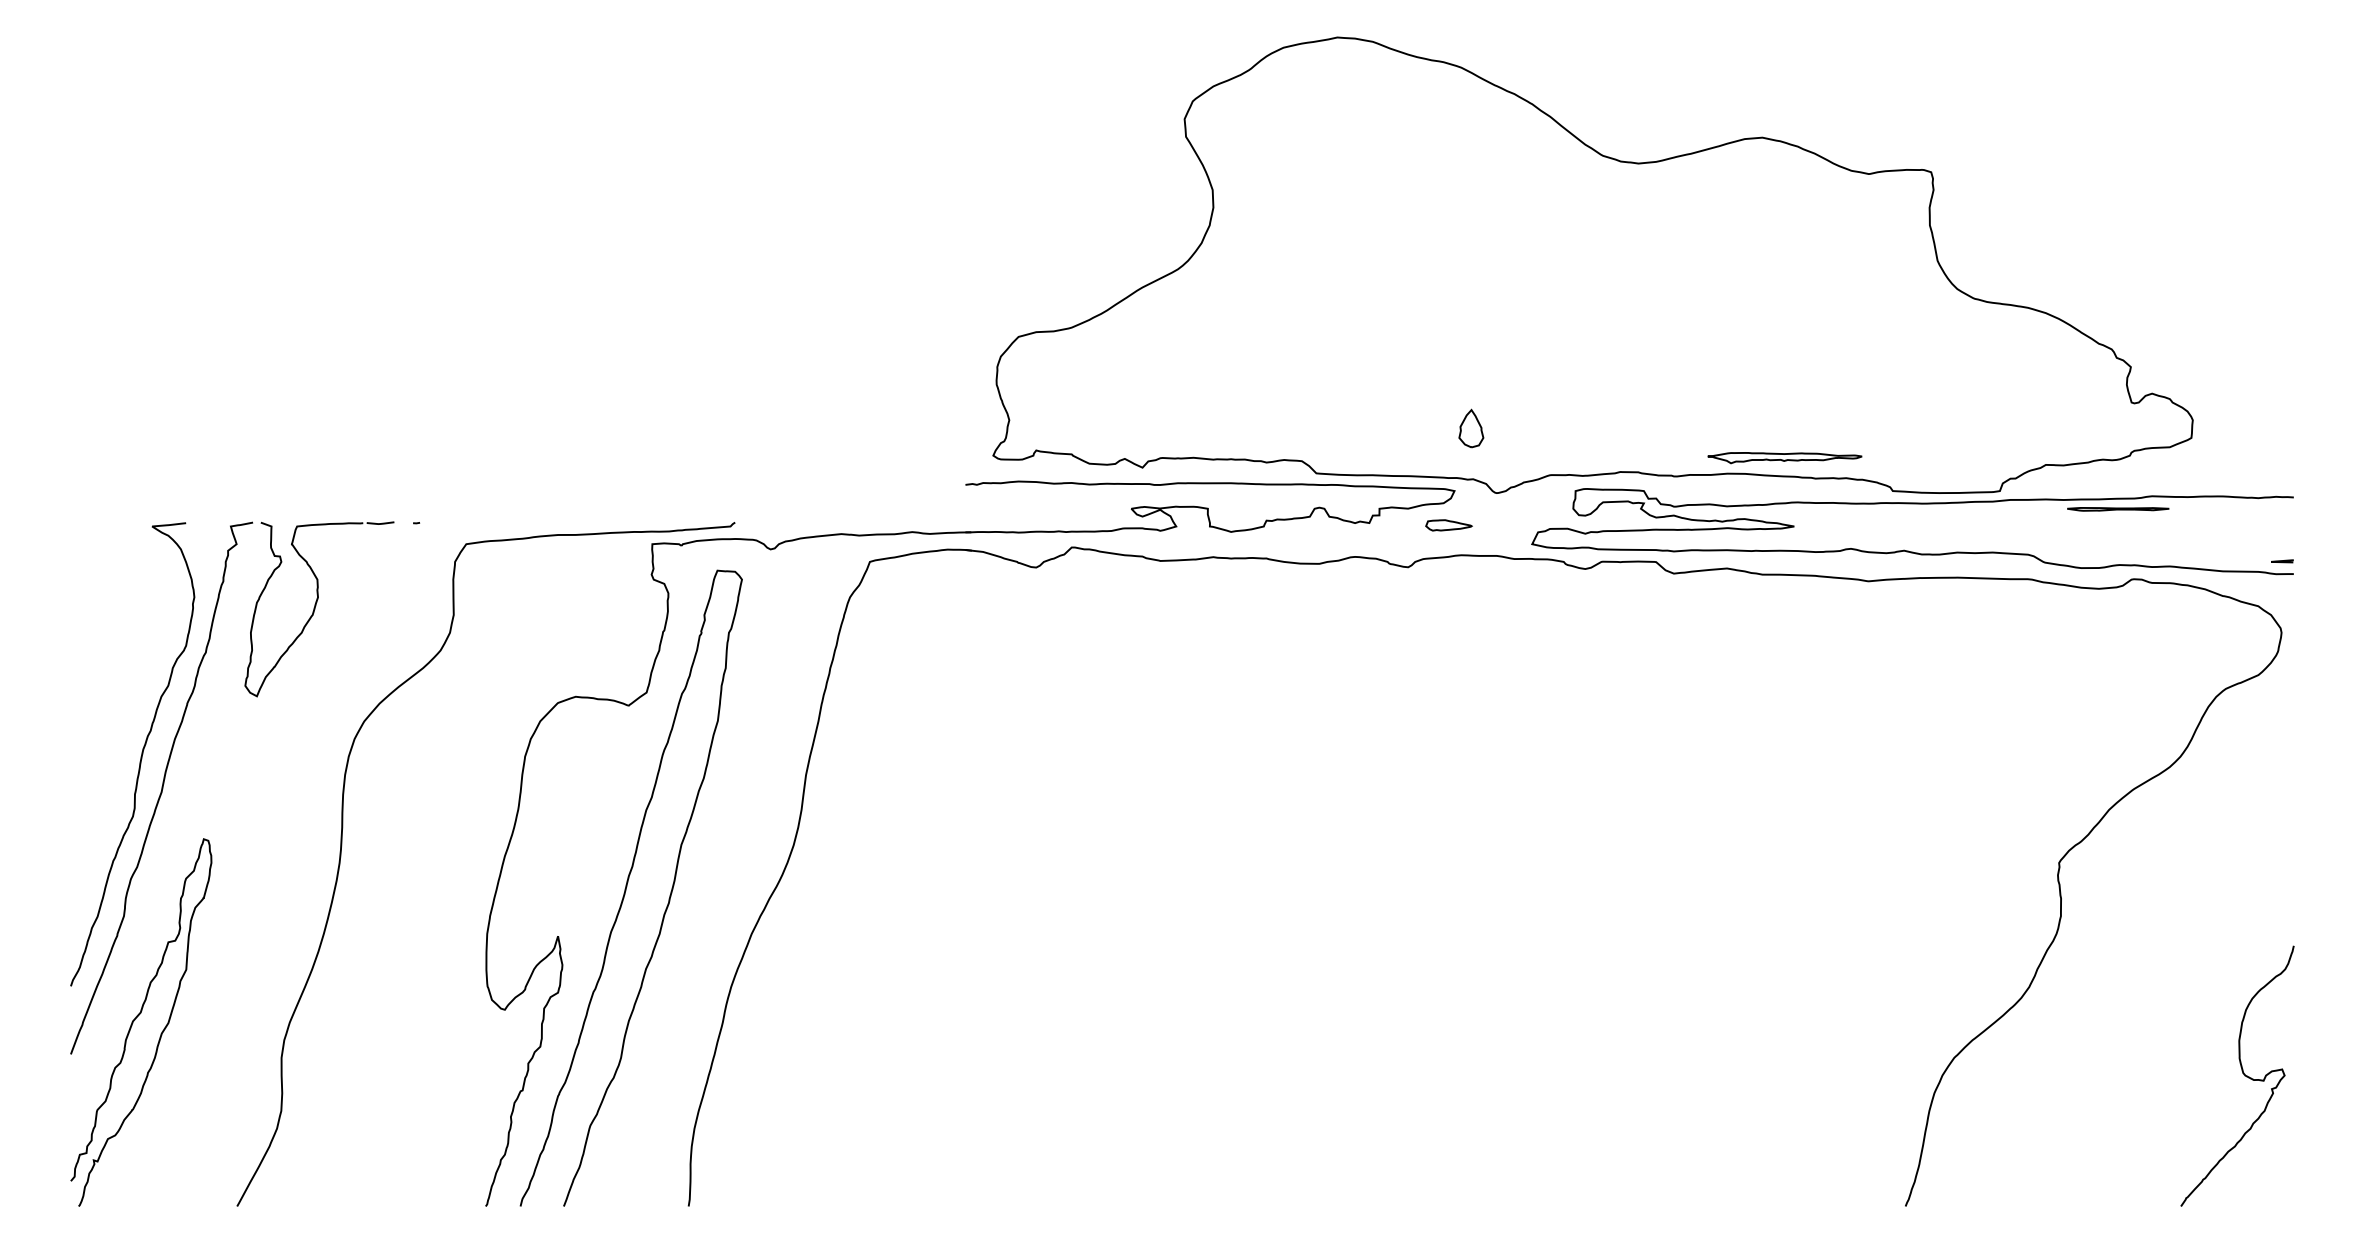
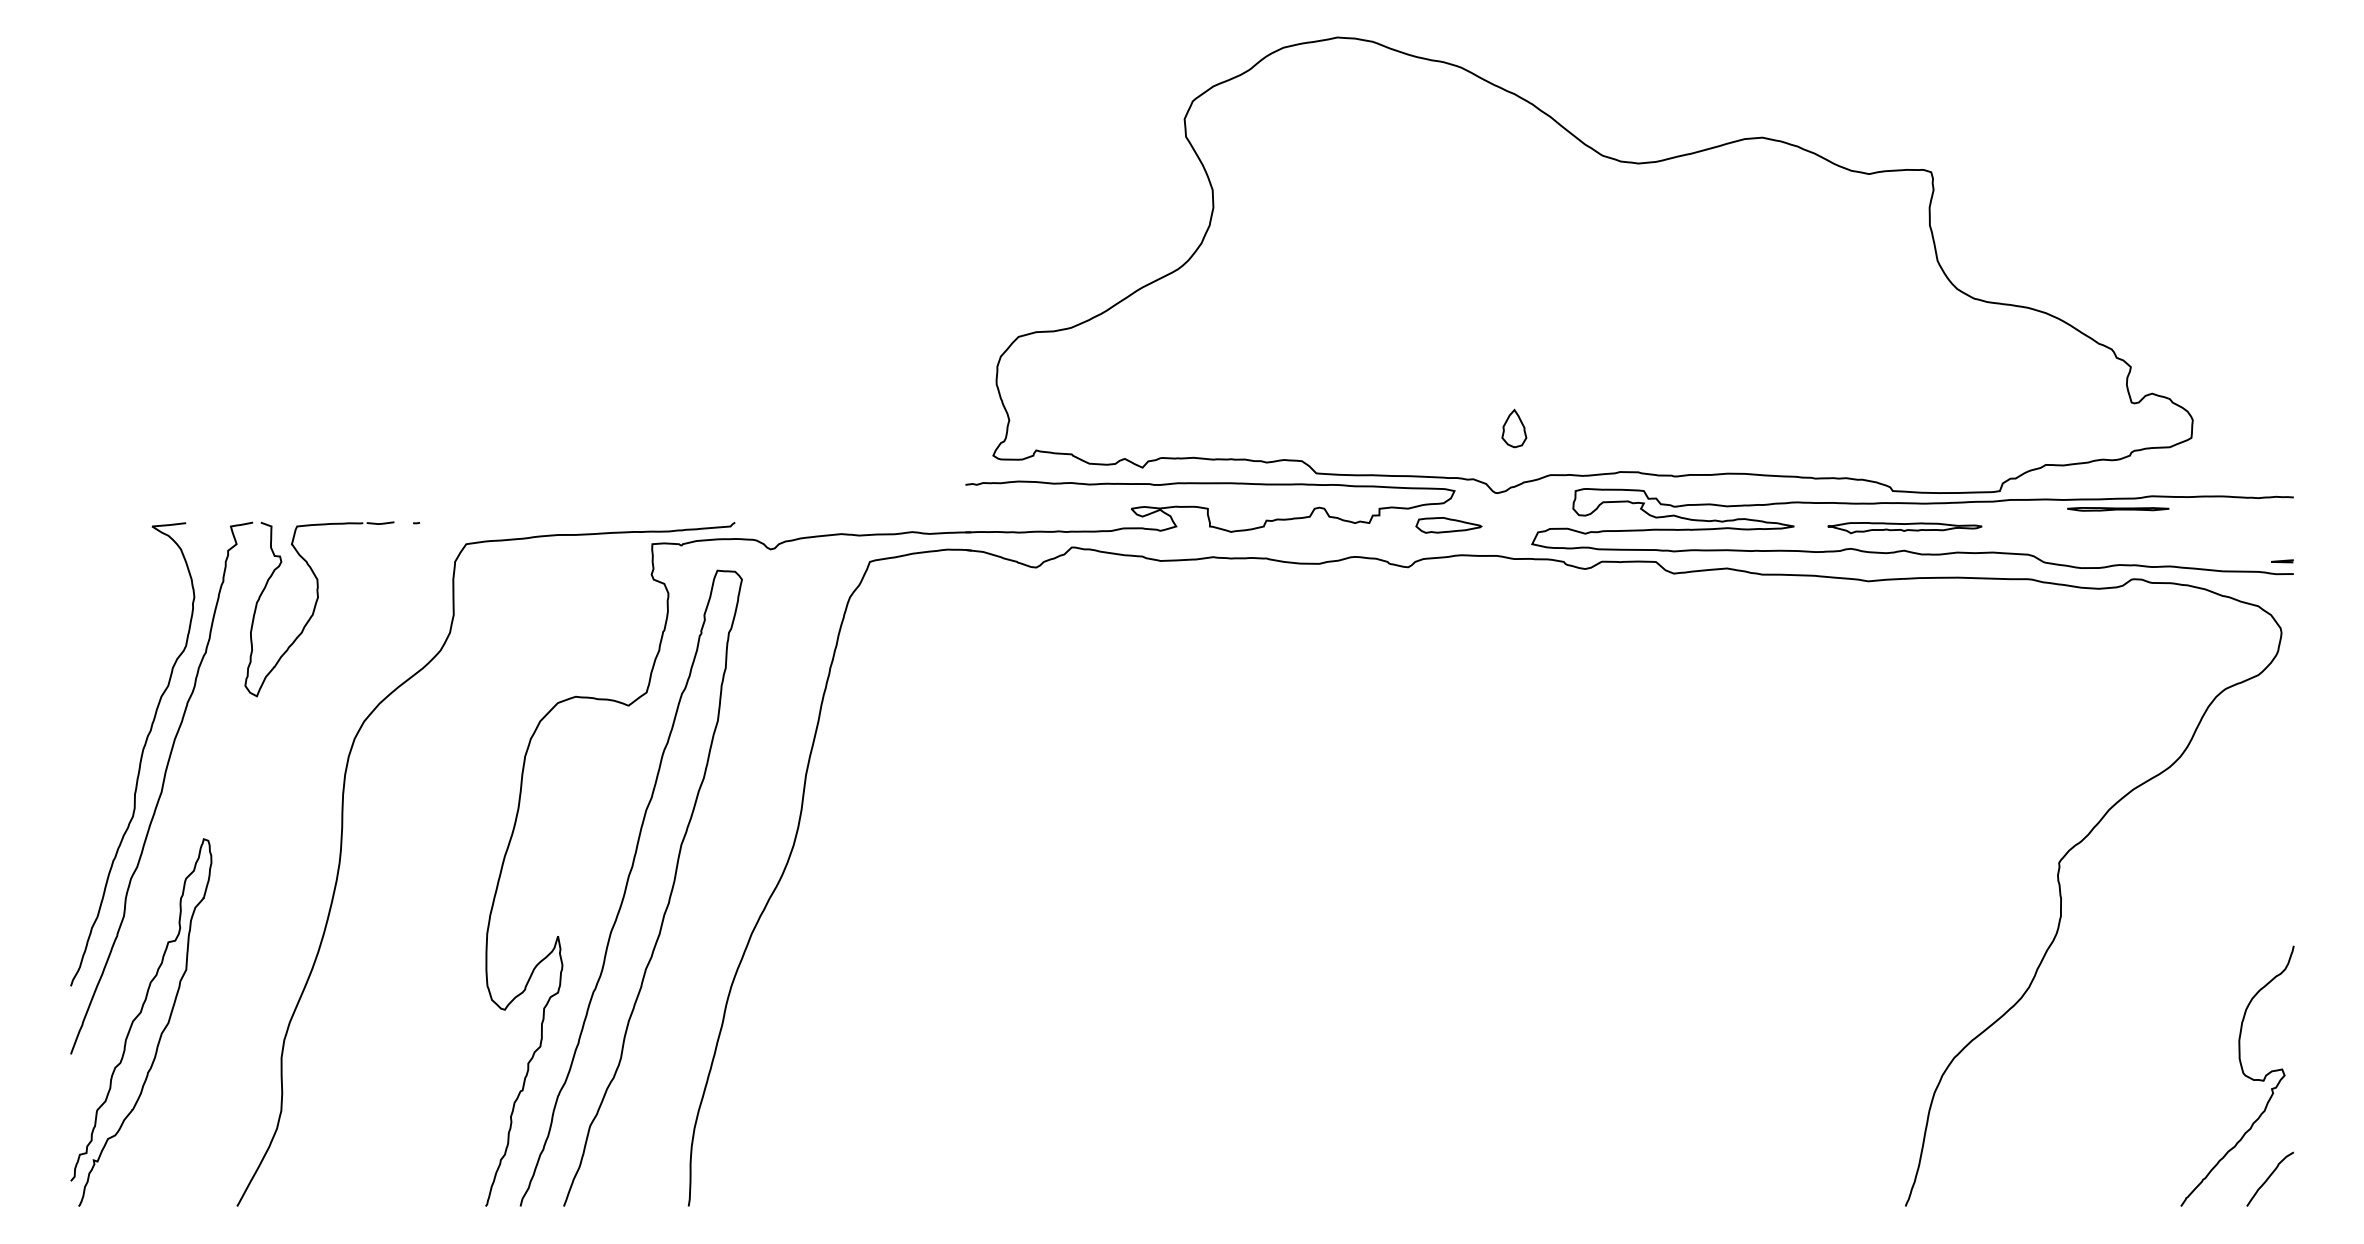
part at (1471, 428) position: (1471, 428) -> (1514, 428)
part at (1784, 458) position: (1784, 458) -> (1904, 528)
part at (1448, 525) size: 48x13 px -> 68x17 px
curve at (2269, 1178): none -> present
